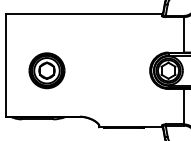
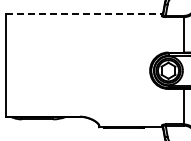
line at (84, 14): solid -> dashed
part at (46, 70): present -> none
